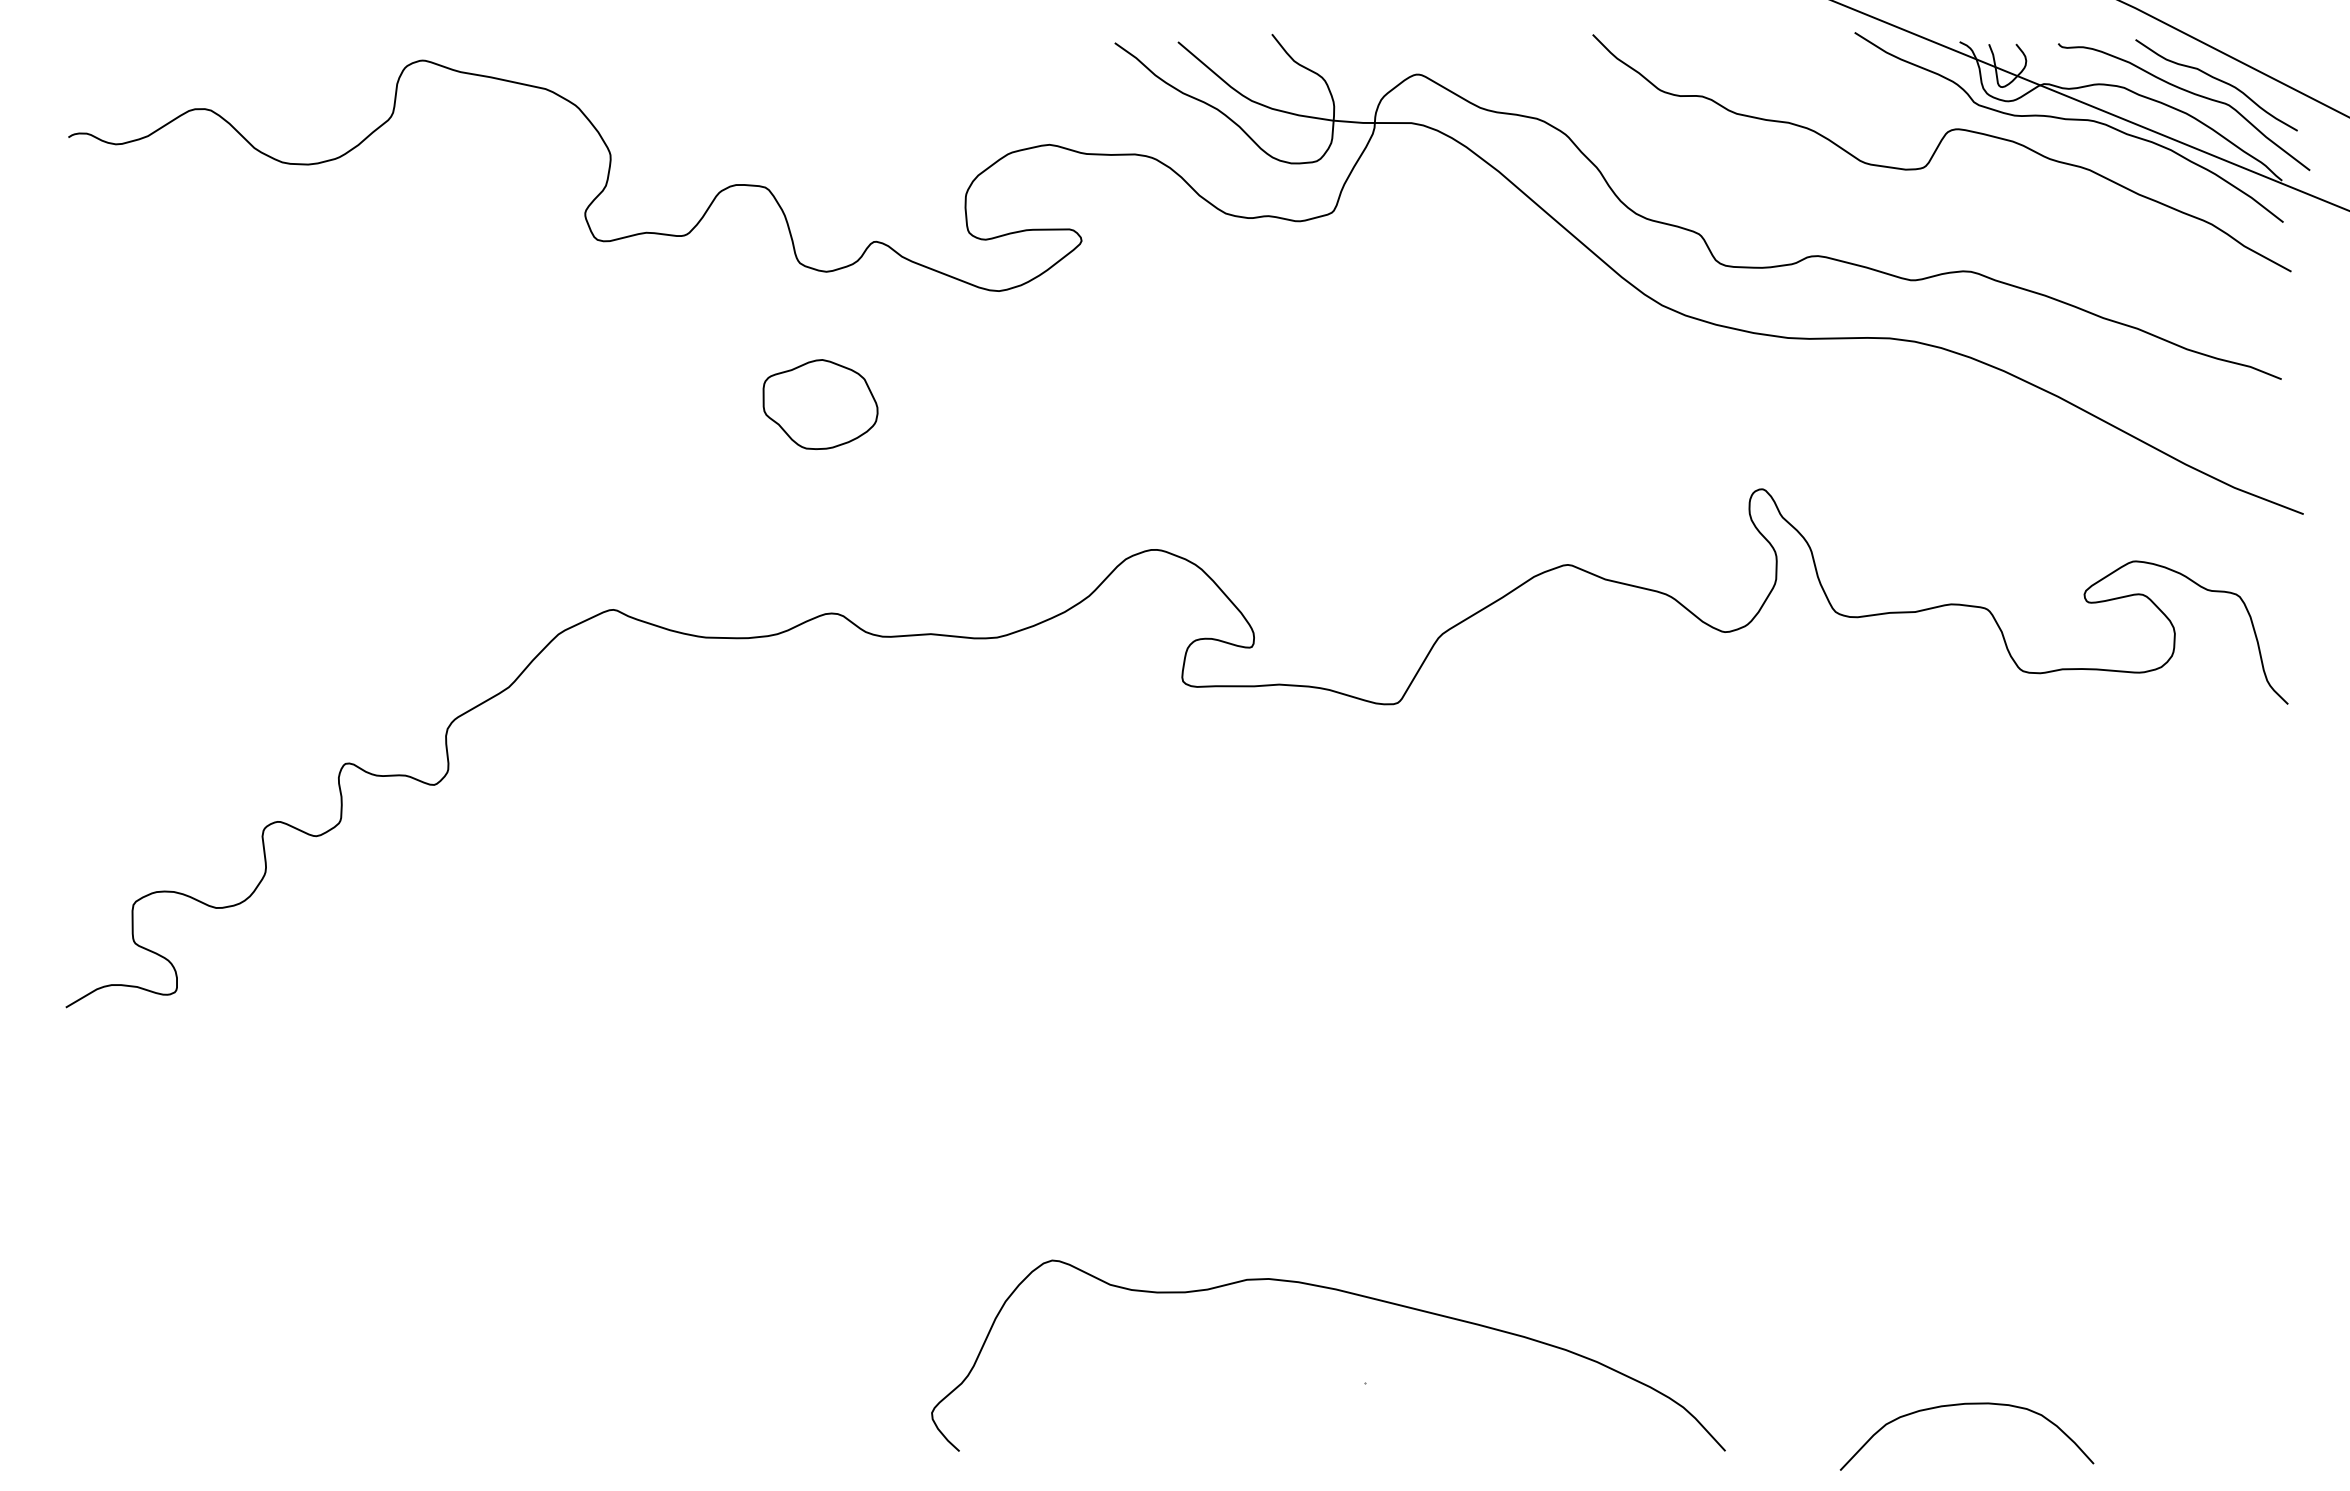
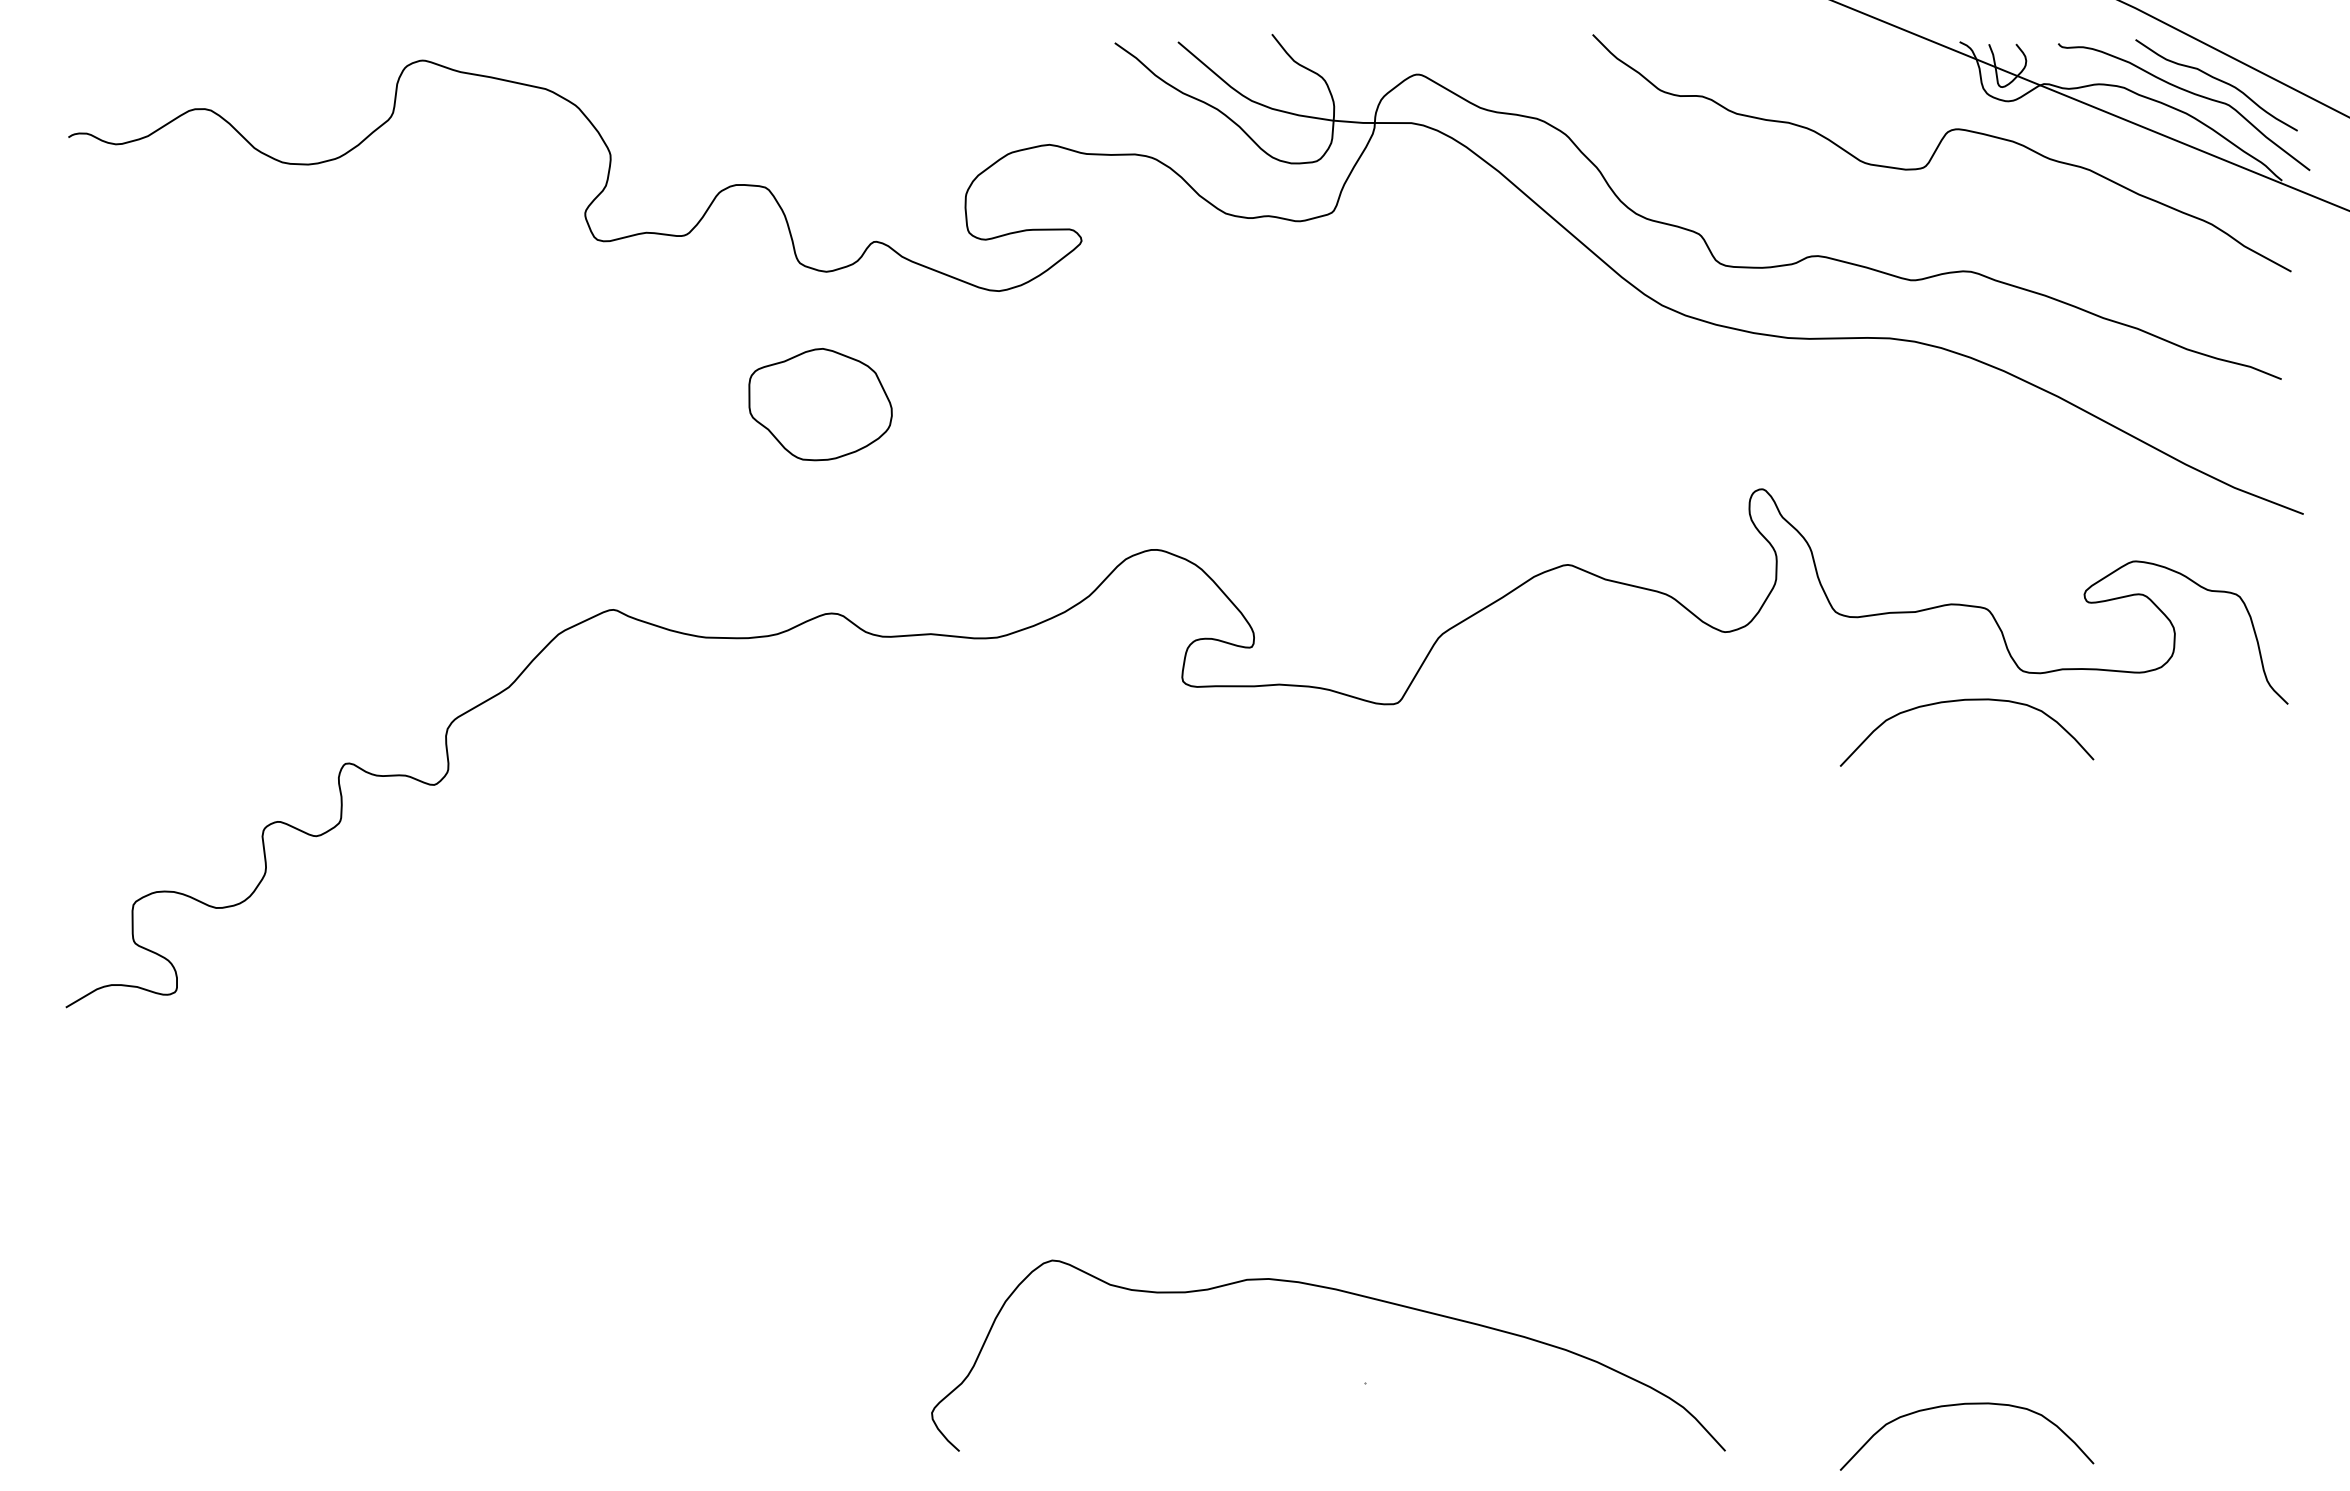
curve at (2068, 120): present -> none
part at (820, 404) size: 117x91 px -> 145x114 px
curve at (1961, 701): none -> present
